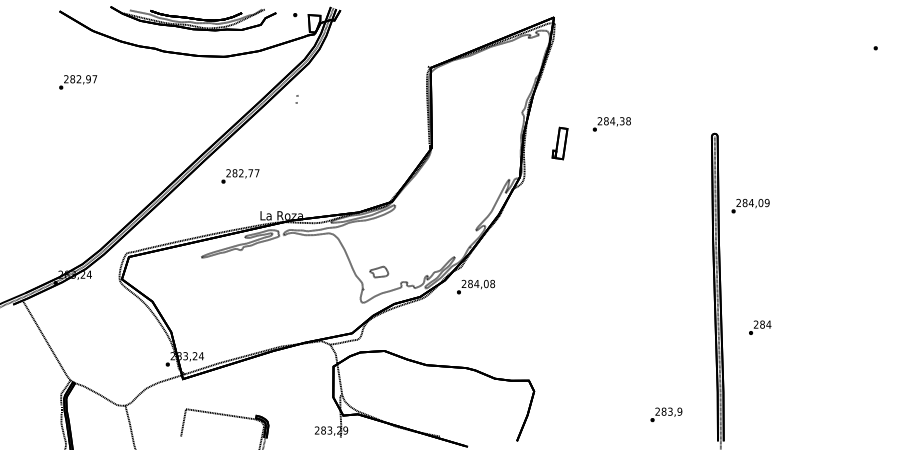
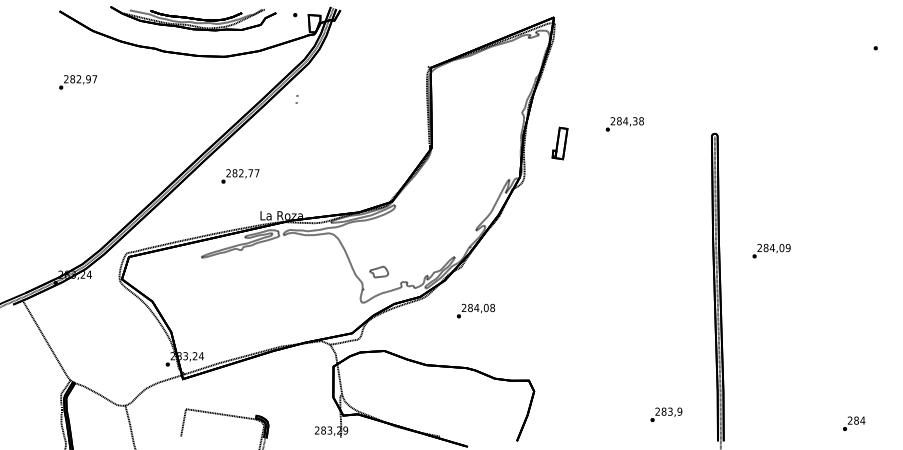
text at (611, 124) position: (611, 124) -> (624, 124)
text at (750, 206) position: (750, 206) -> (771, 251)
text at (476, 286) position: (476, 286) -> (476, 310)
text at (760, 327) position: (760, 327) -> (854, 423)
